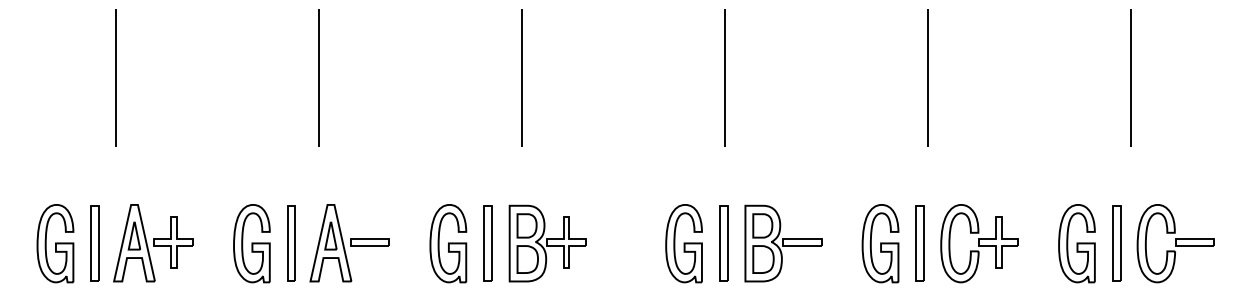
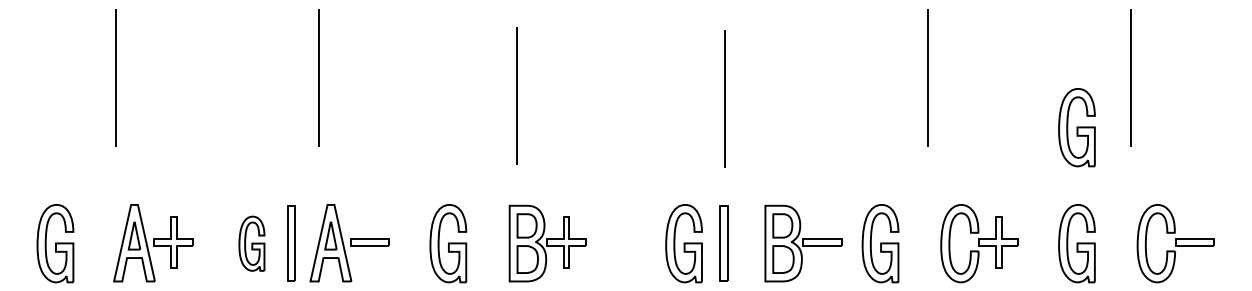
line at (521, 77) position: (521, 77) -> (516, 95)
line at (724, 77) position: (724, 77) -> (724, 98)
part at (1076, 127): none -> present
part at (94, 243): present -> none
part at (251, 243) size: 38x80 px -> 28x57 px
part at (487, 243): present -> none
part at (783, 243) position: (783, 243) -> (803, 243)
part at (919, 243): present -> none
part at (1116, 243): present -> none
